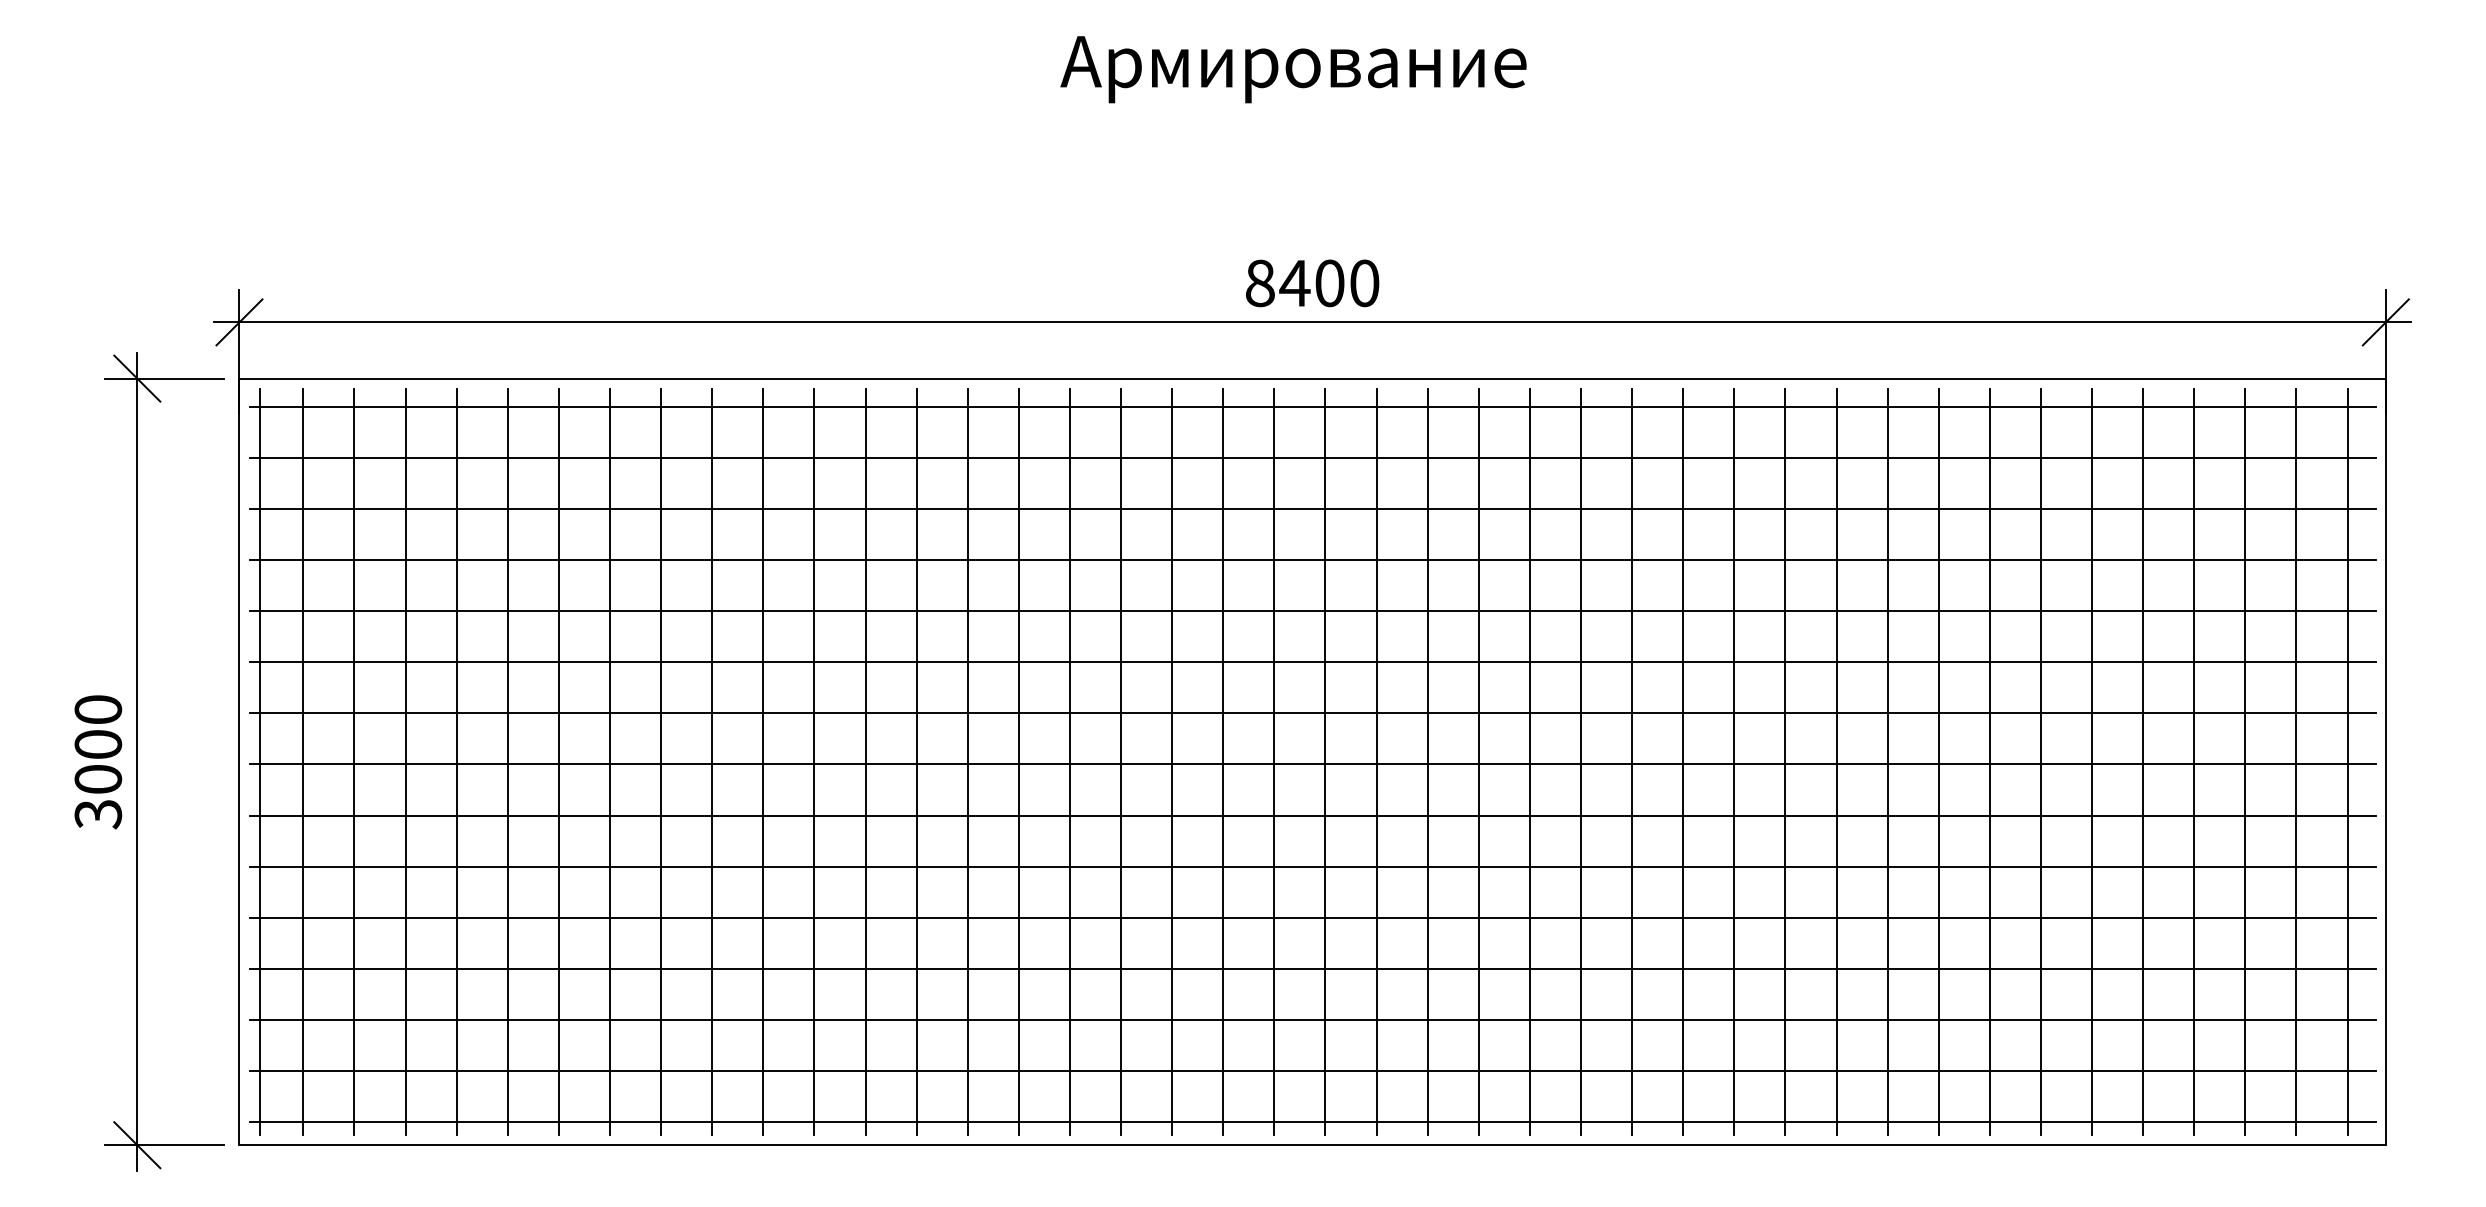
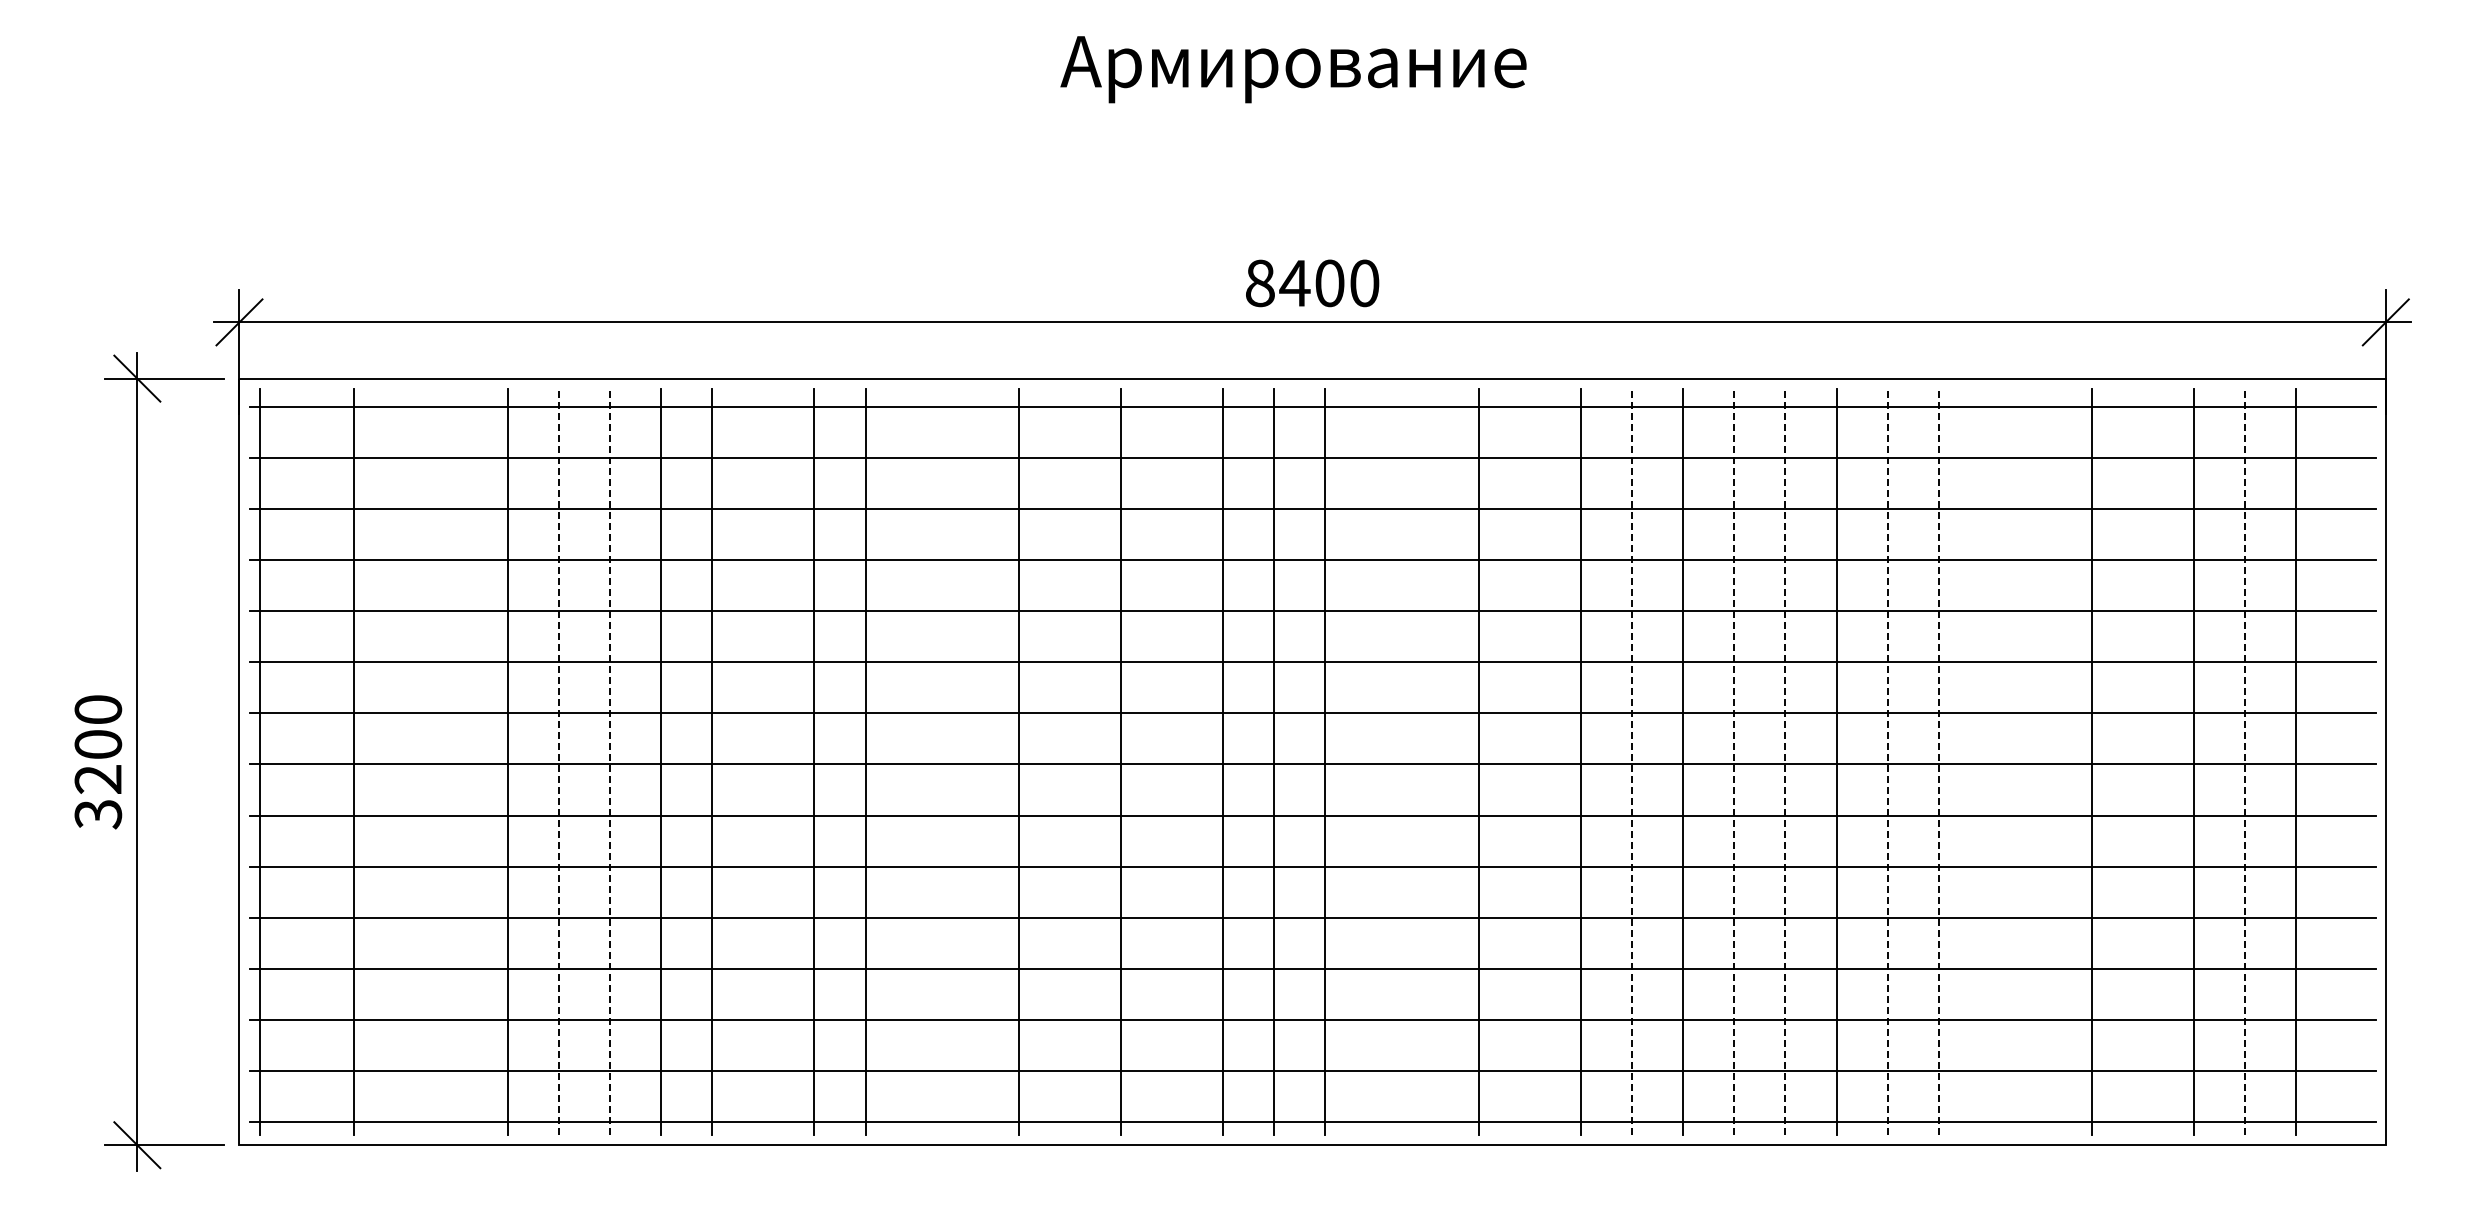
line at (303, 761): present -> none
line at (405, 761): present -> none
line at (456, 761): present -> none
line at (558, 761): solid -> dashed
line at (609, 761): solid -> dashed
line at (763, 761): present -> none
line at (916, 761): present -> none
line at (967, 761): present -> none
line at (1069, 761): present -> none
line at (1172, 761): present -> none
line at (1376, 761): present -> none
line at (1427, 761): present -> none
line at (1529, 761): present -> none
line at (1632, 761): solid -> dashed
line at (1734, 761): solid -> dashed
line at (1785, 761): solid -> dashed
line at (1887, 761): solid -> dashed
line at (1938, 761): solid -> dashed
line at (1989, 761): present -> none
line at (2040, 761): present -> none
line at (2143, 761): present -> none
line at (2245, 761): solid -> dashed
line at (2347, 761): present -> none
text at (98, 779): 3000 -> 3200
